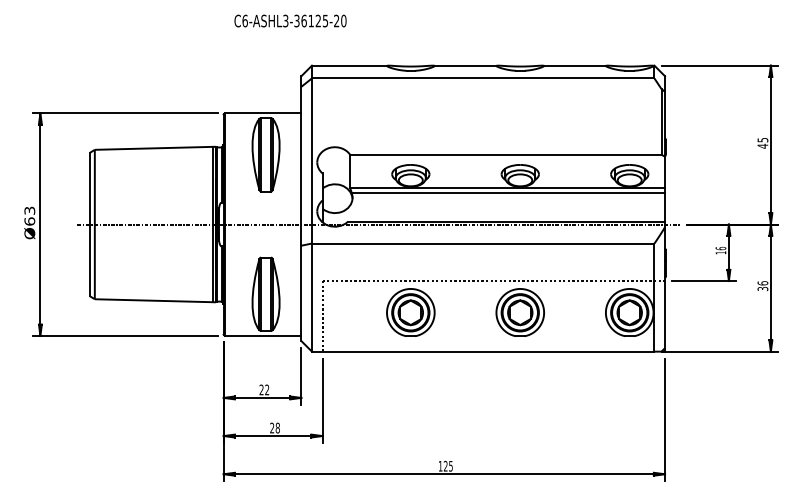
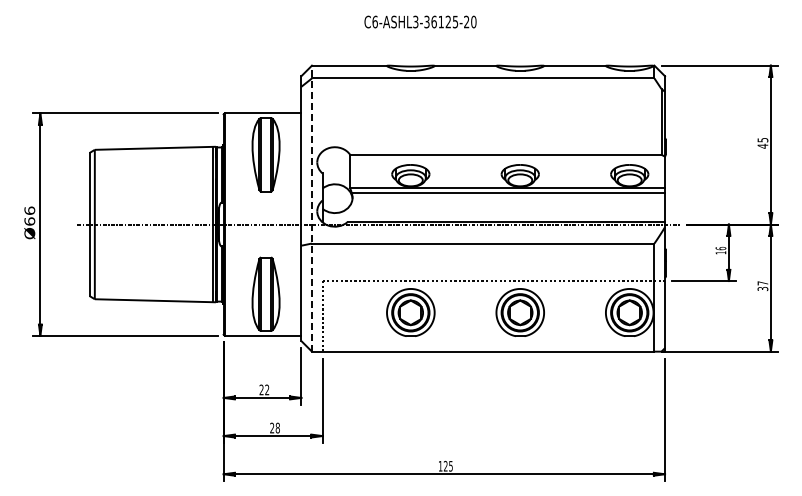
text at (290, 20) position: (290, 20) -> (420, 21)
line at (311, 208): solid -> dashed
text at (29, 210): Ø63 -> Ø66
text at (762, 283): 36 -> 37
